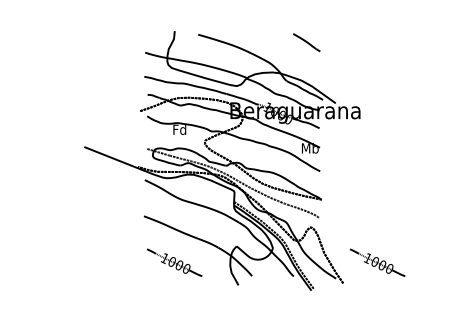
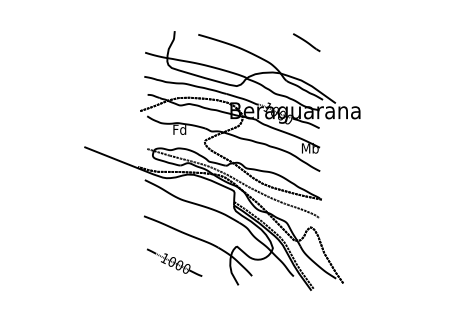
part at (377, 262): present -> none
